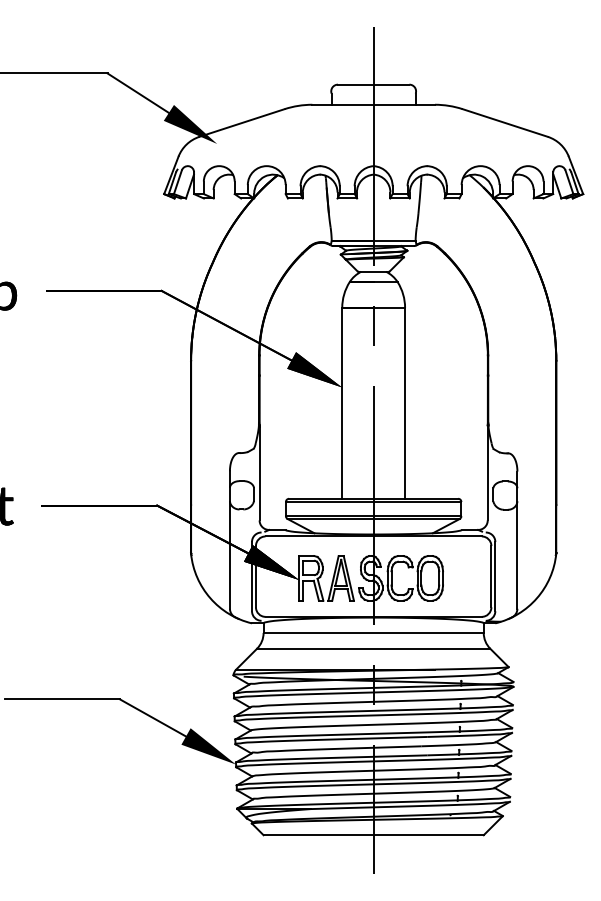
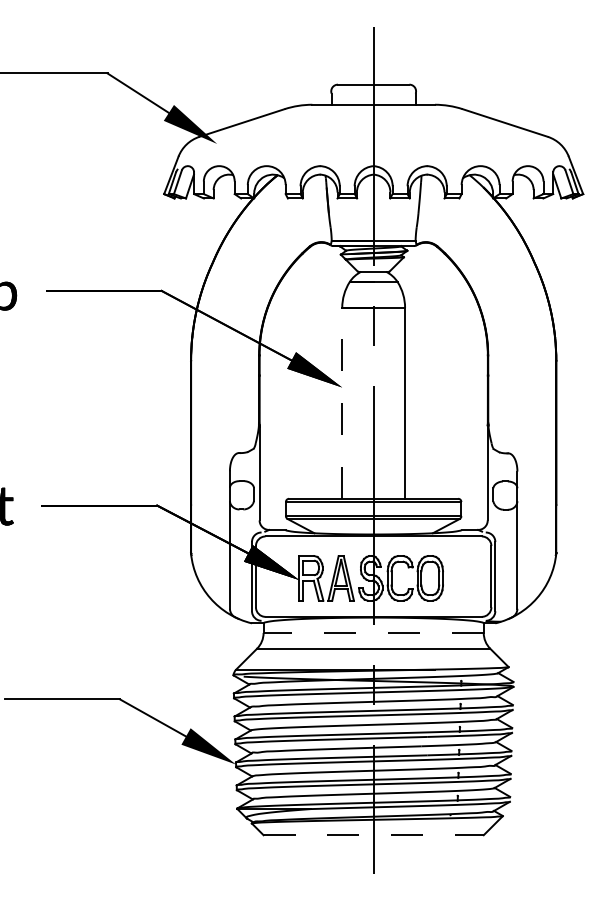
line at (342, 402): solid -> dashed
line at (373, 632): solid -> dashed
line at (374, 835): solid -> dashed
